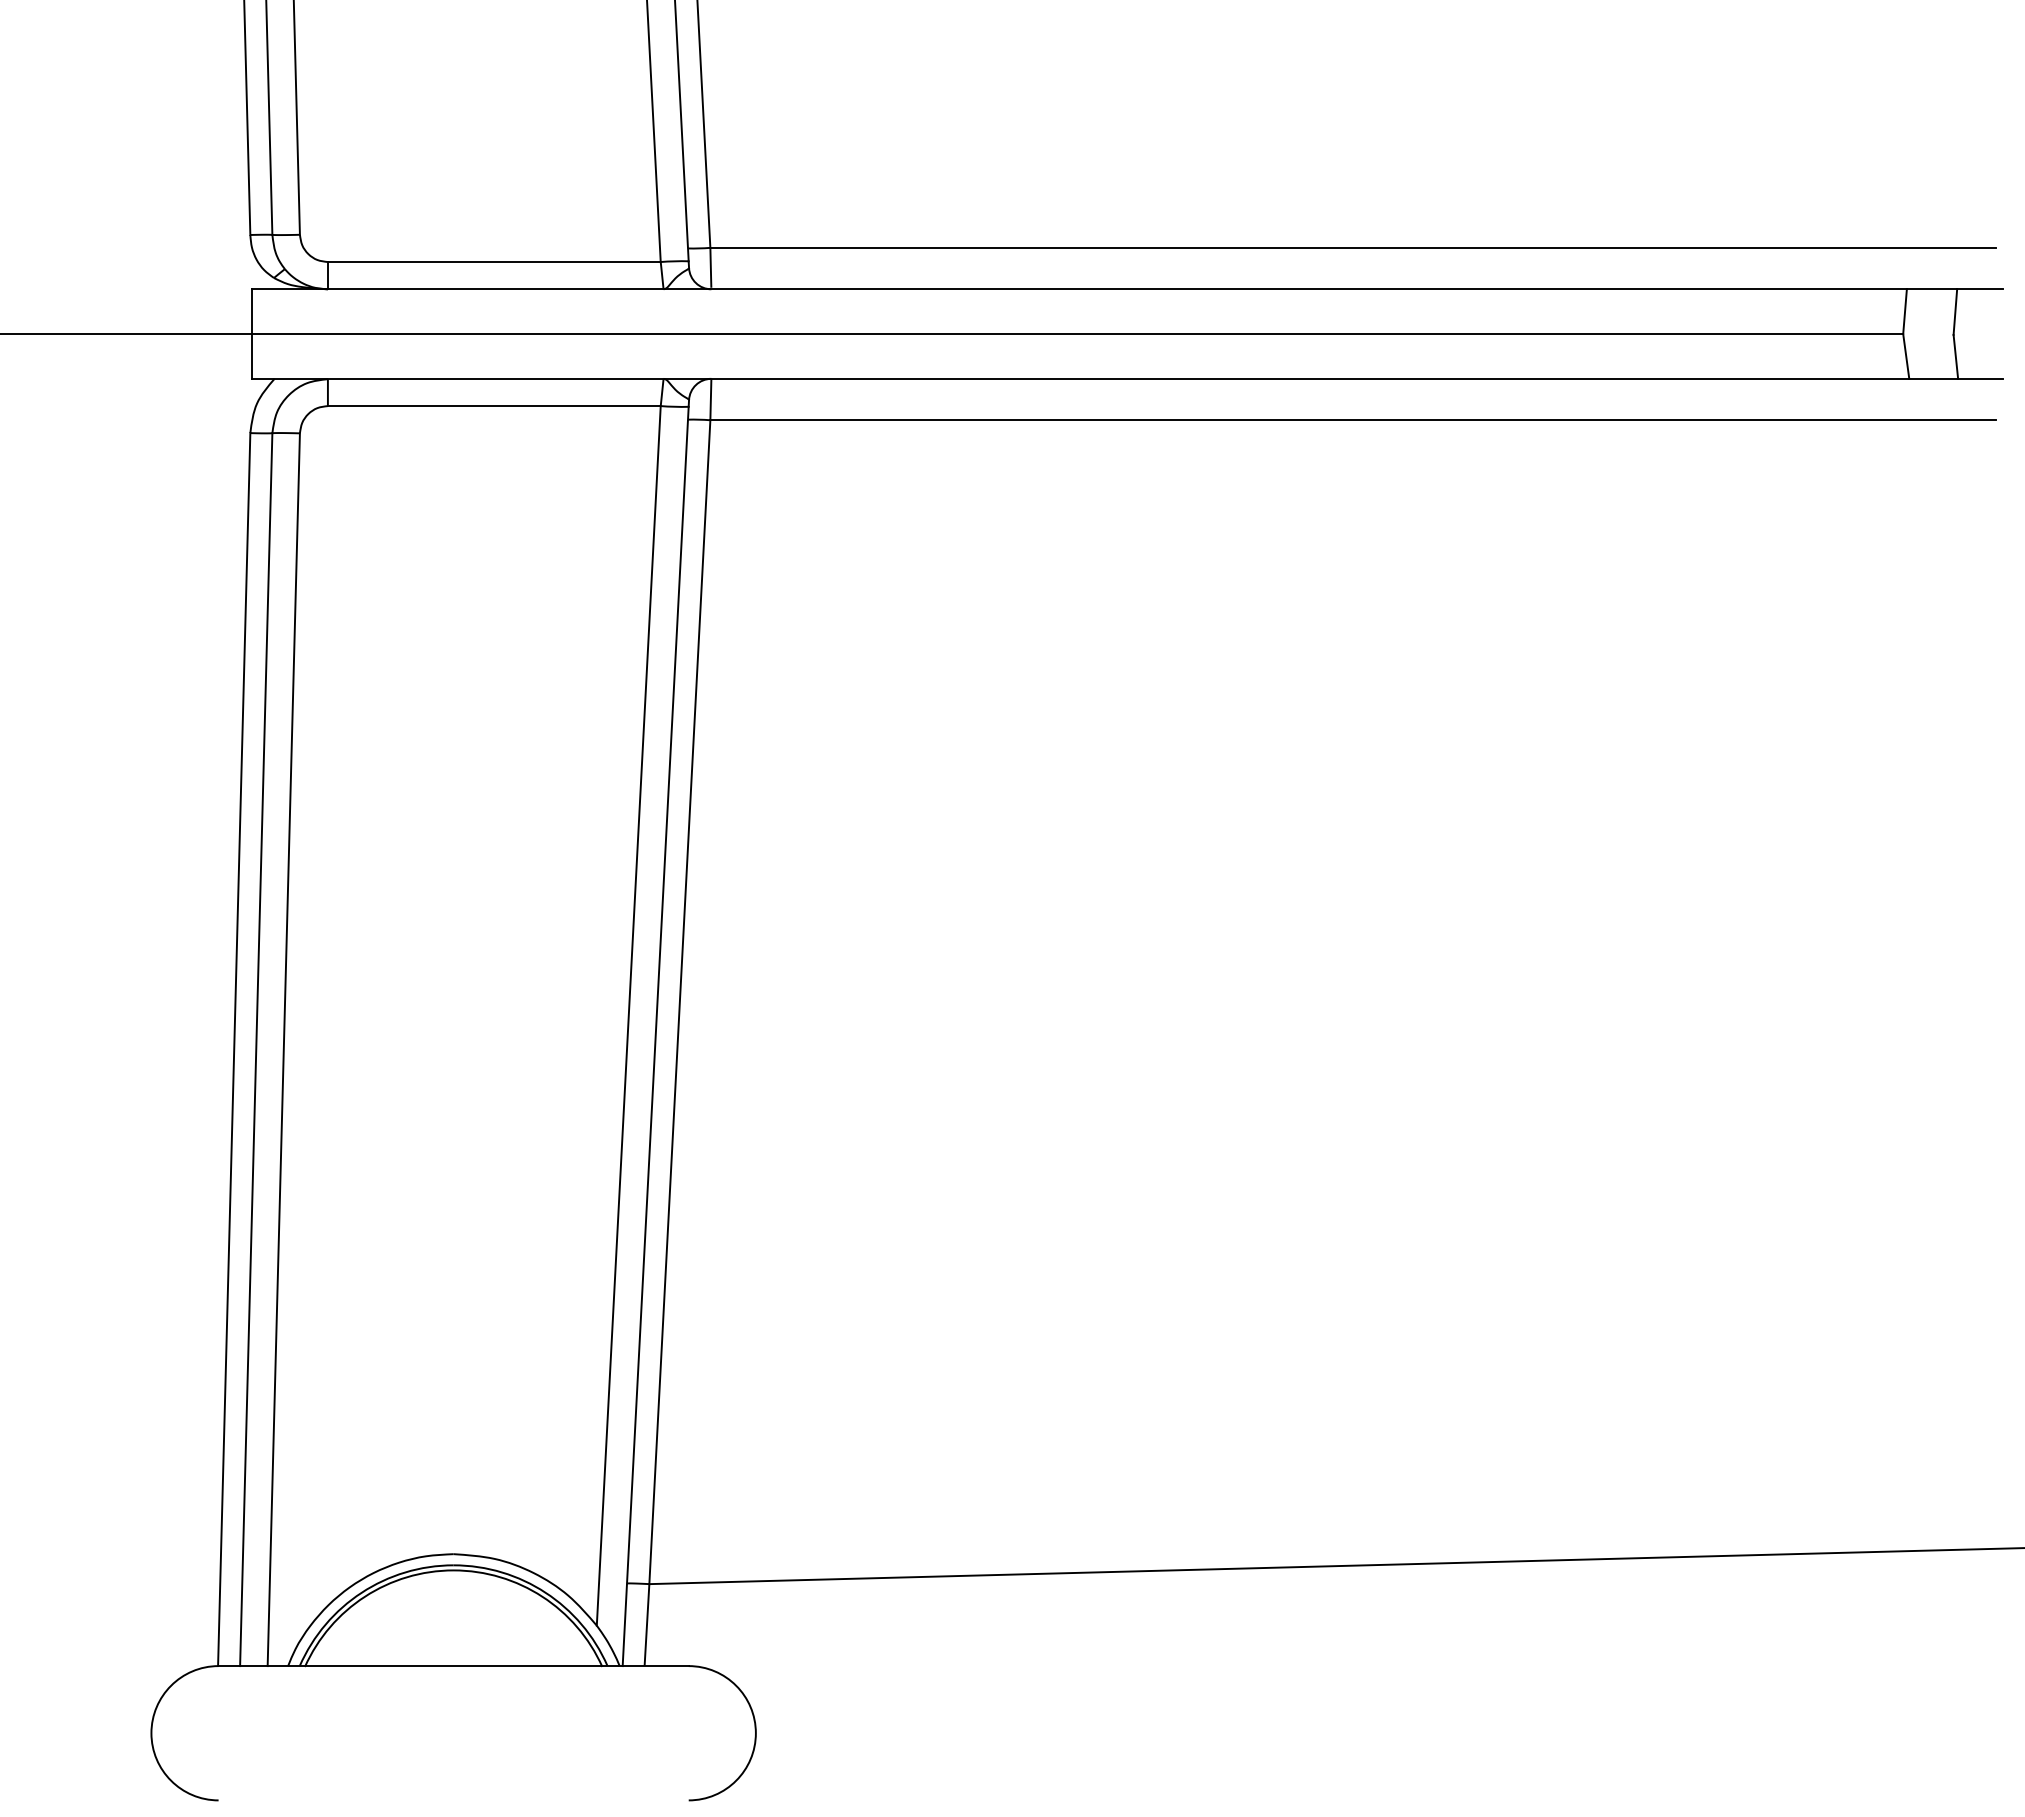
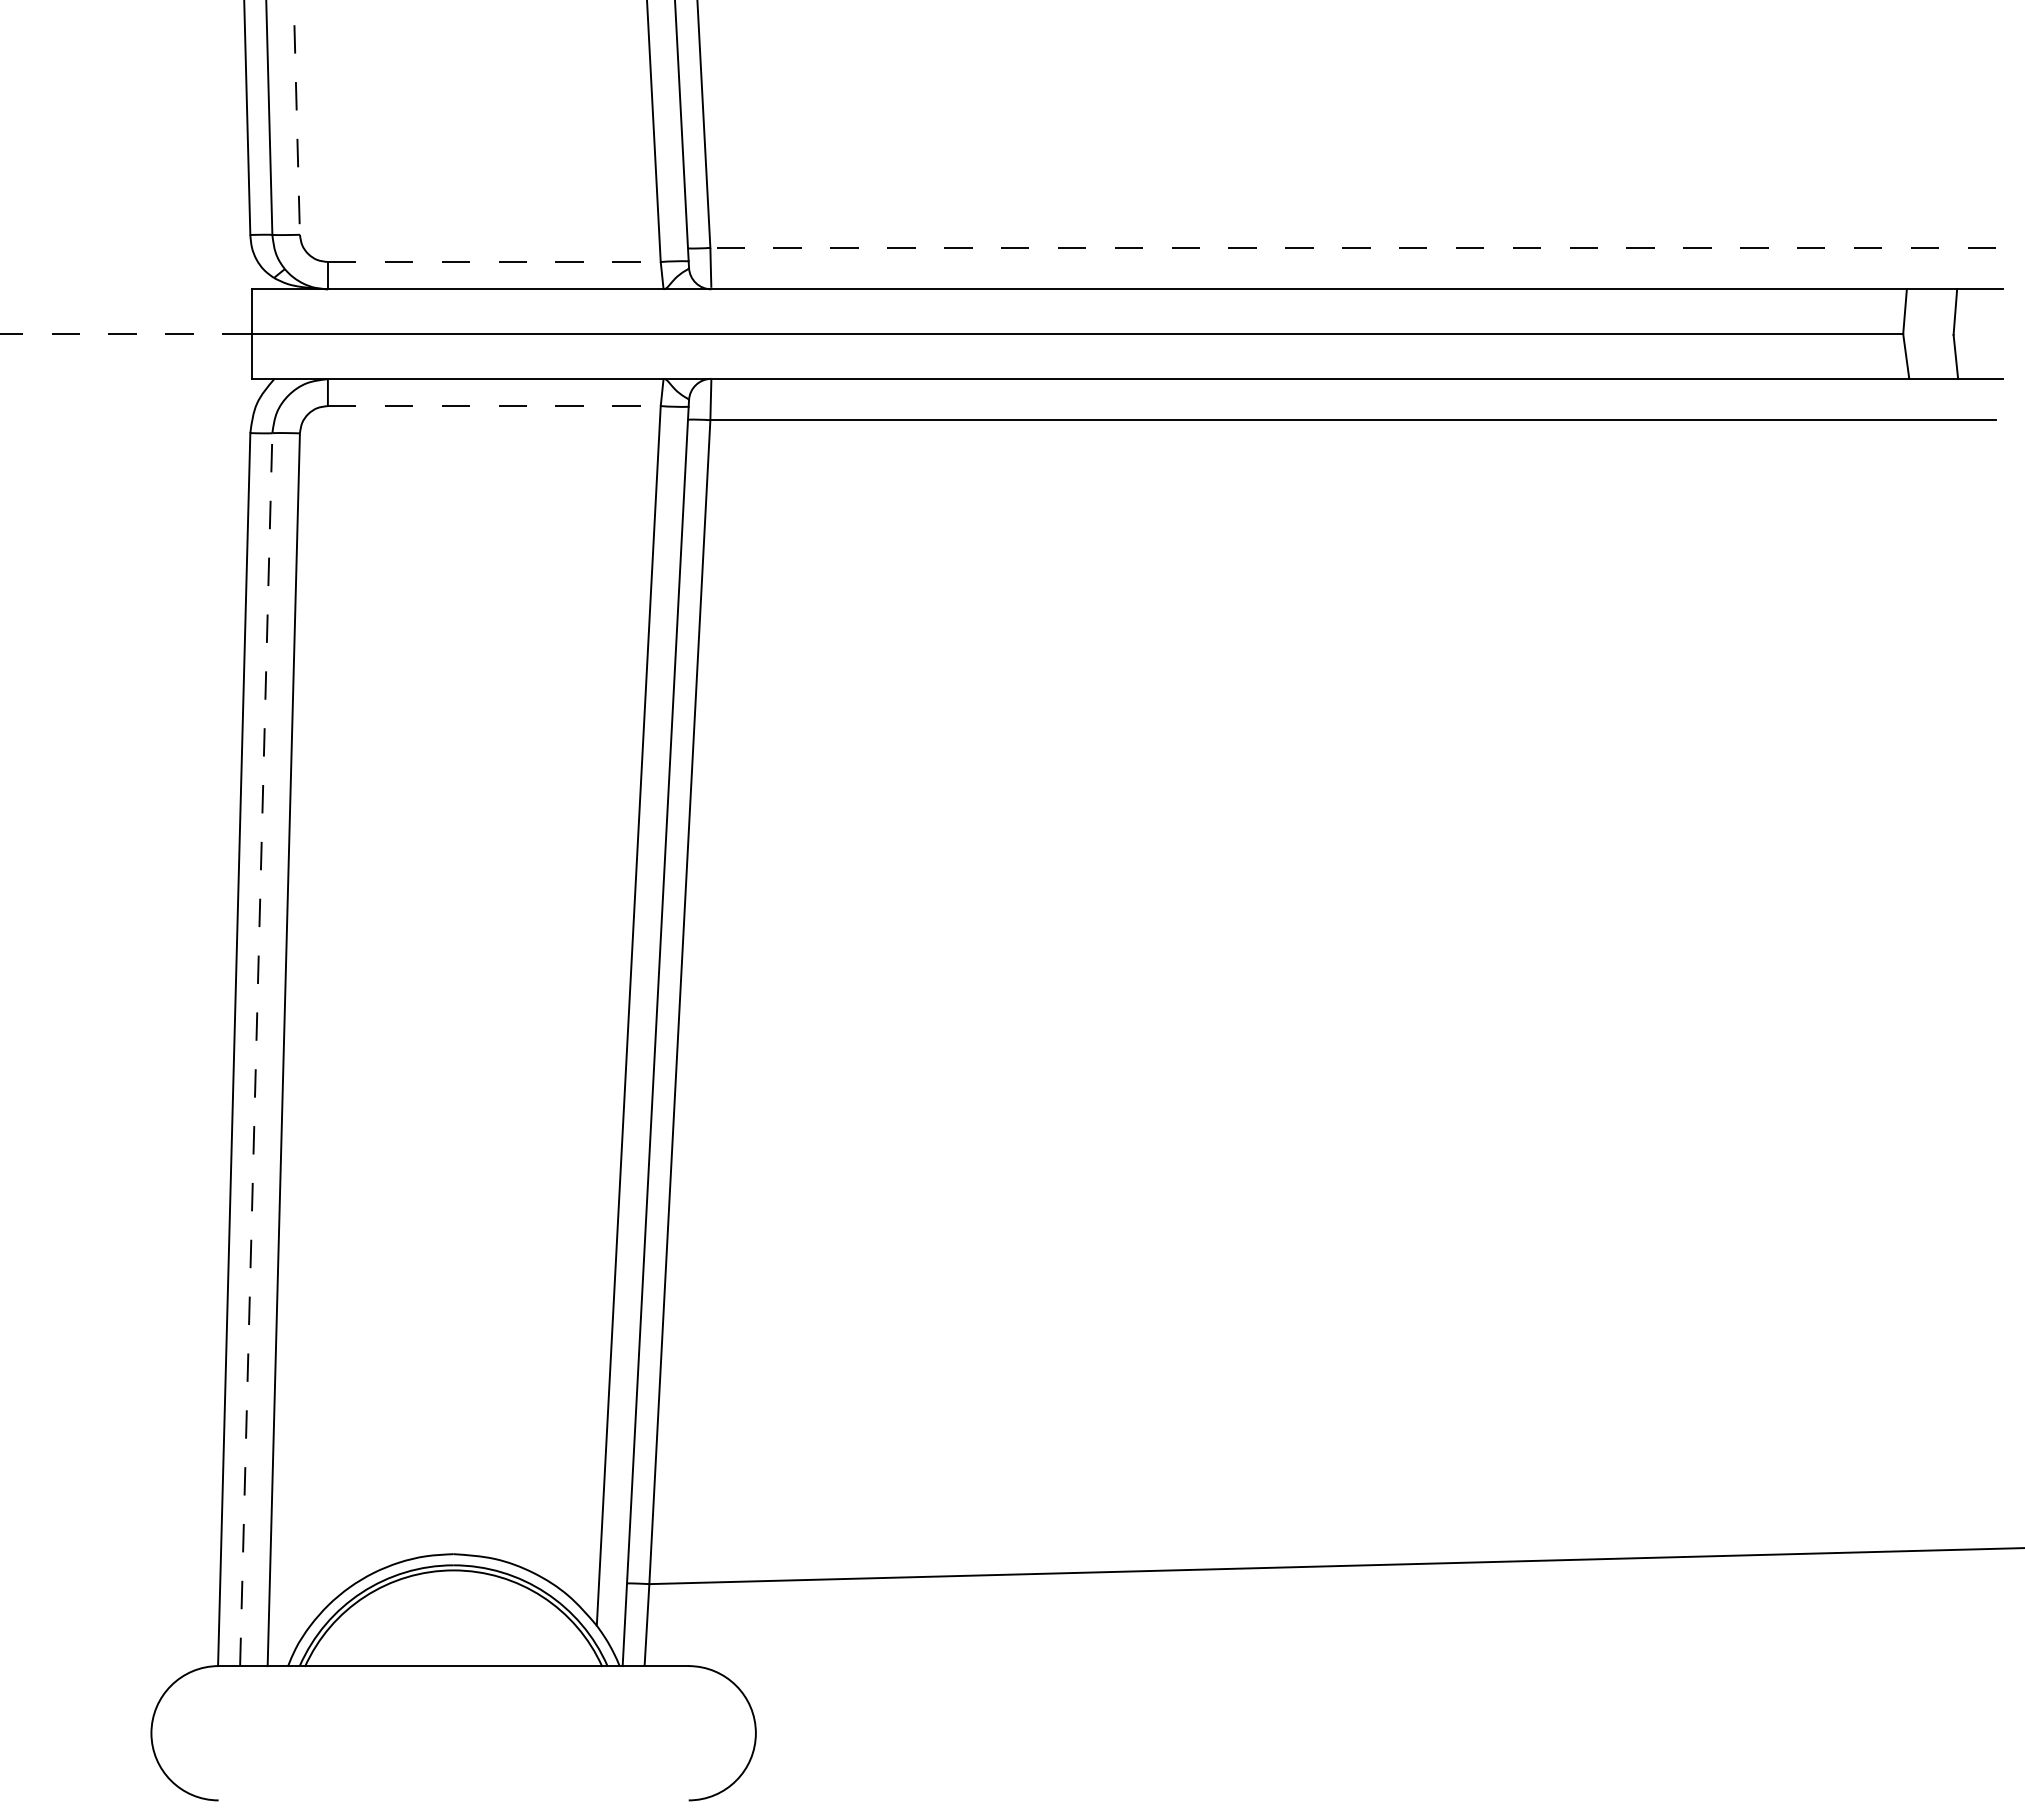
line at (296, 117): solid -> dashed
line at (1353, 247): solid -> dashed
line at (494, 262): solid -> dashed
line at (126, 334): solid -> dashed
line at (494, 406): solid -> dashed
line at (256, 1049): solid -> dashed
